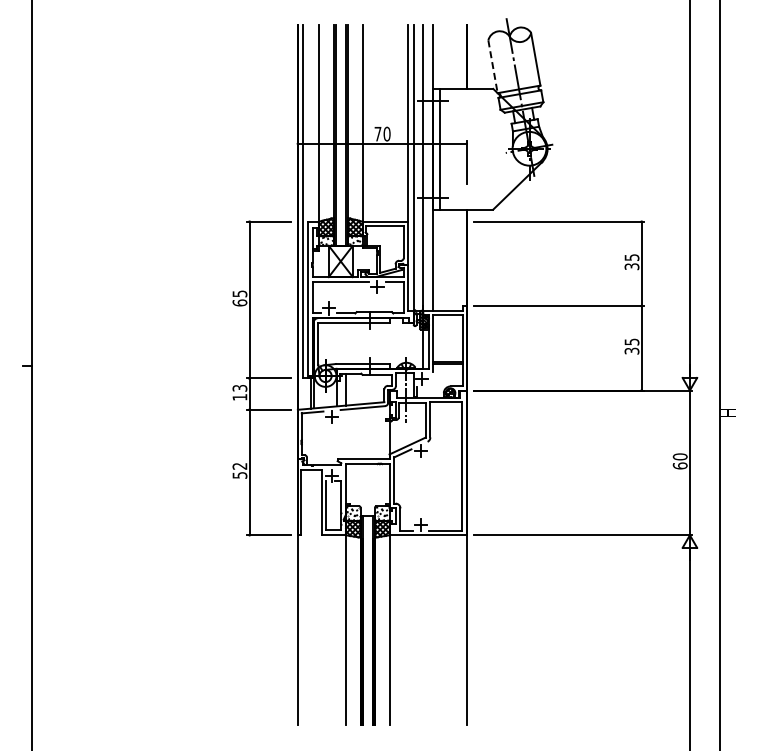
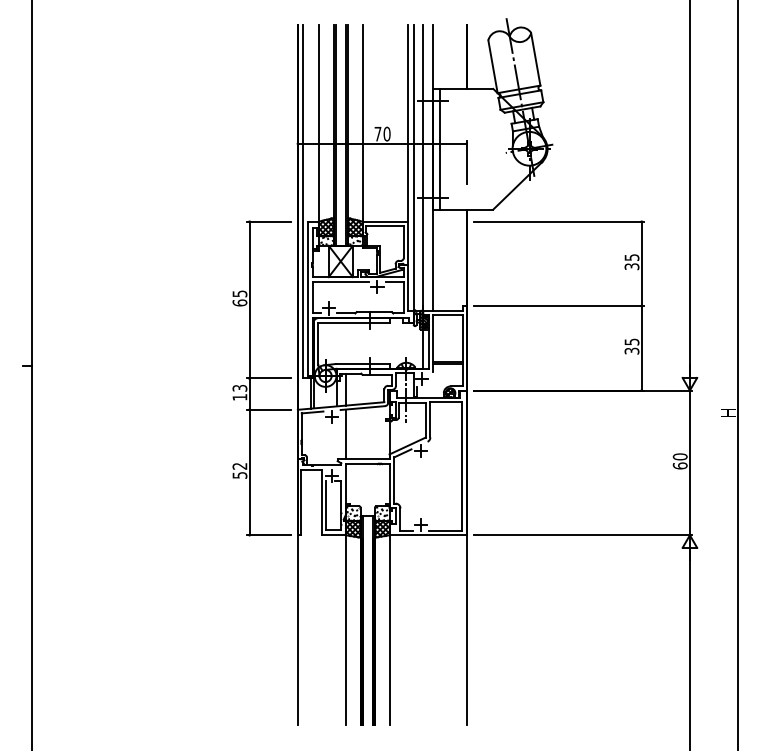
line at (493, 66): dashed -> solid
line at (720, 374) position: (720, 374) -> (738, 374)
line at (346, 434): none -> present
